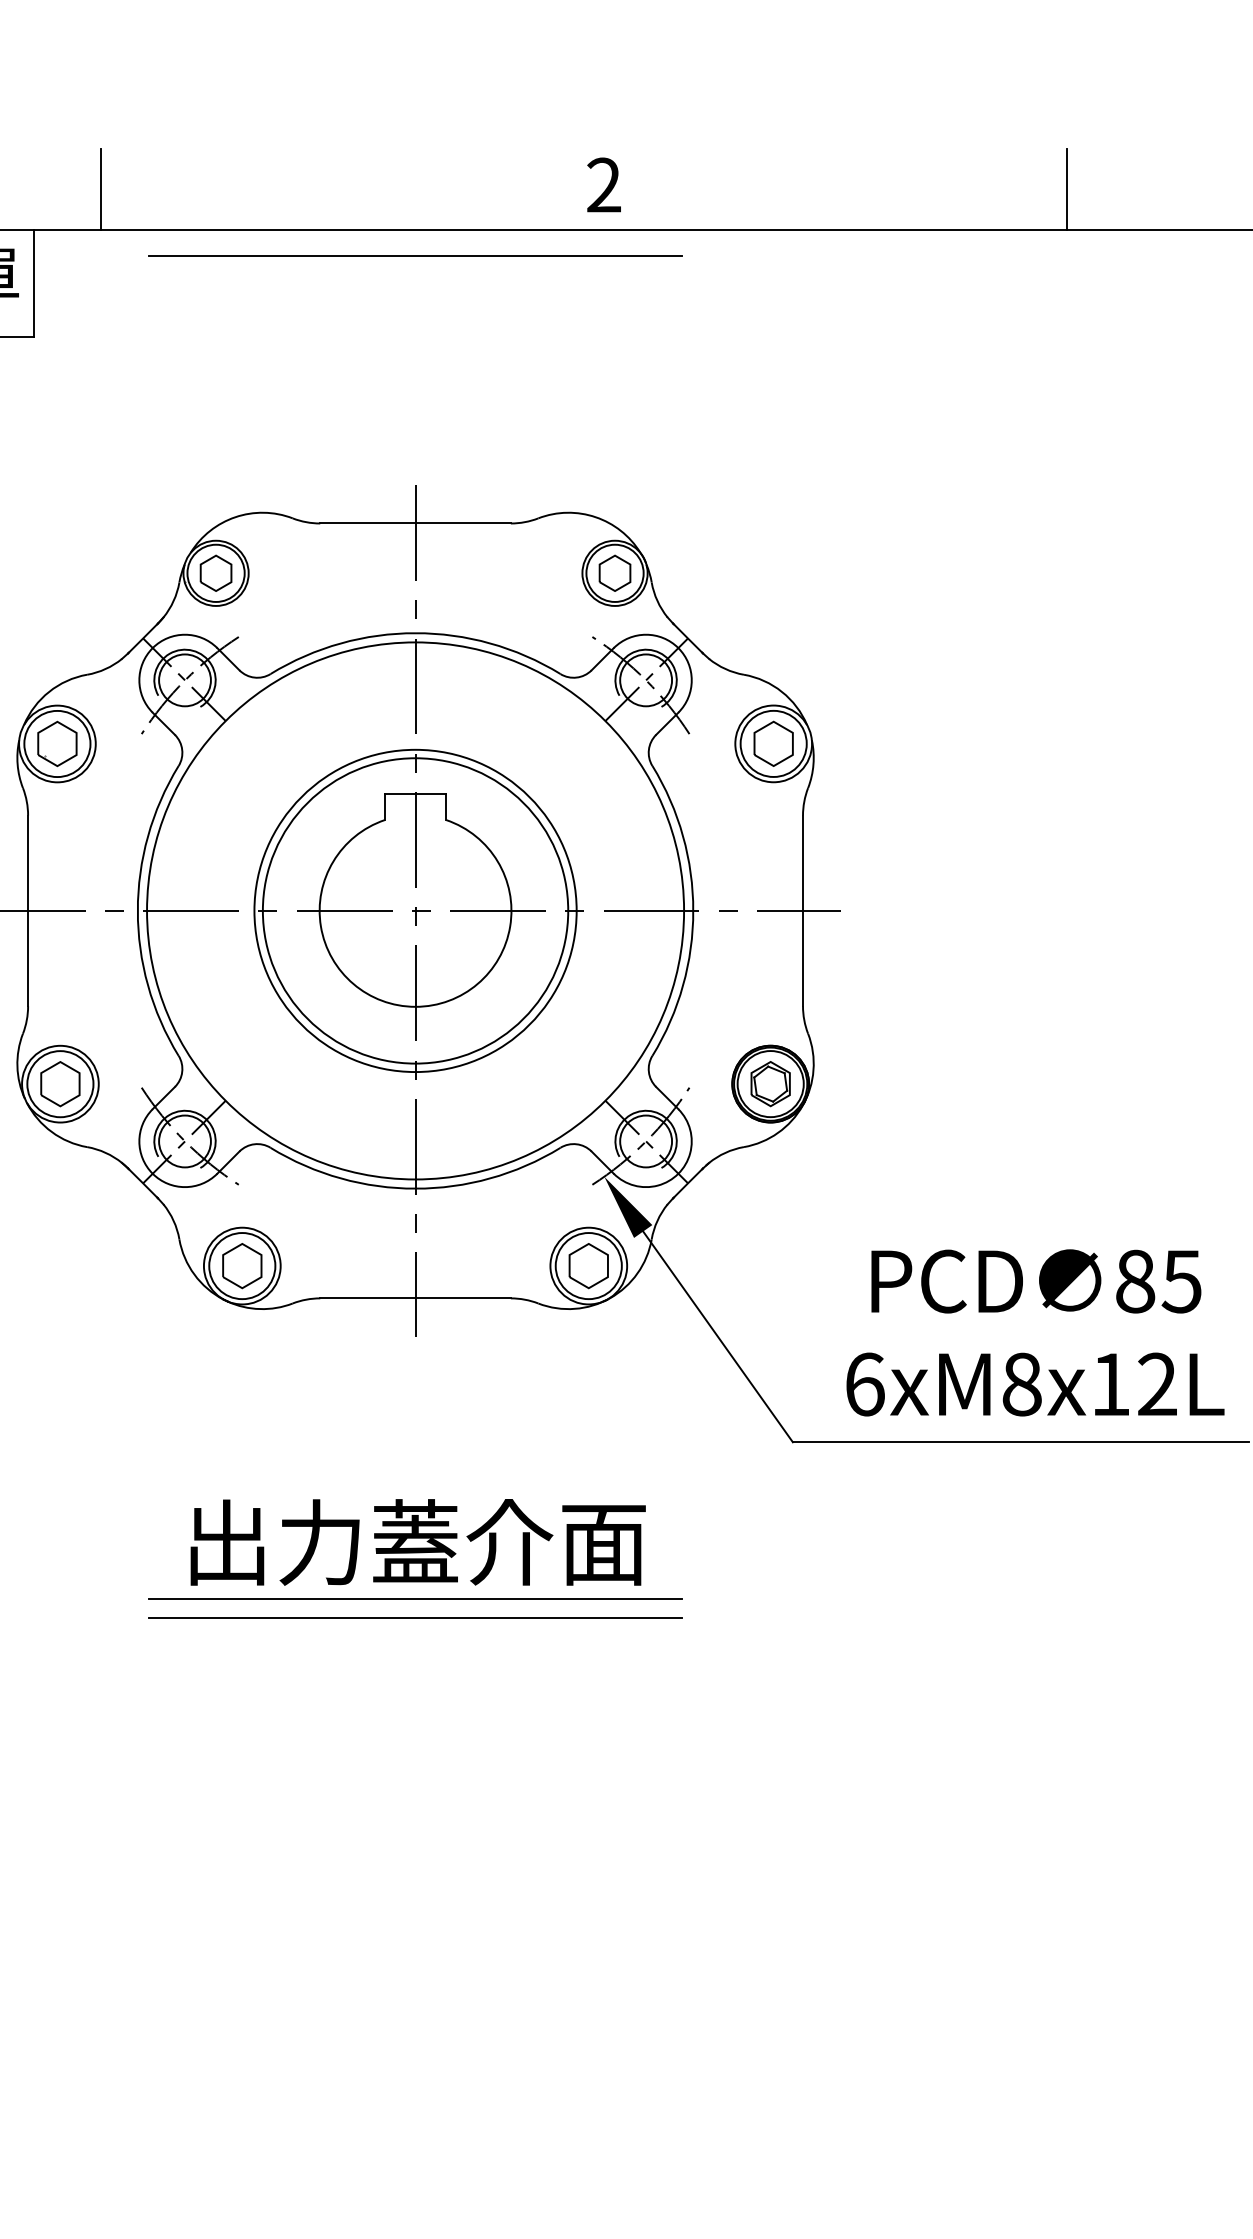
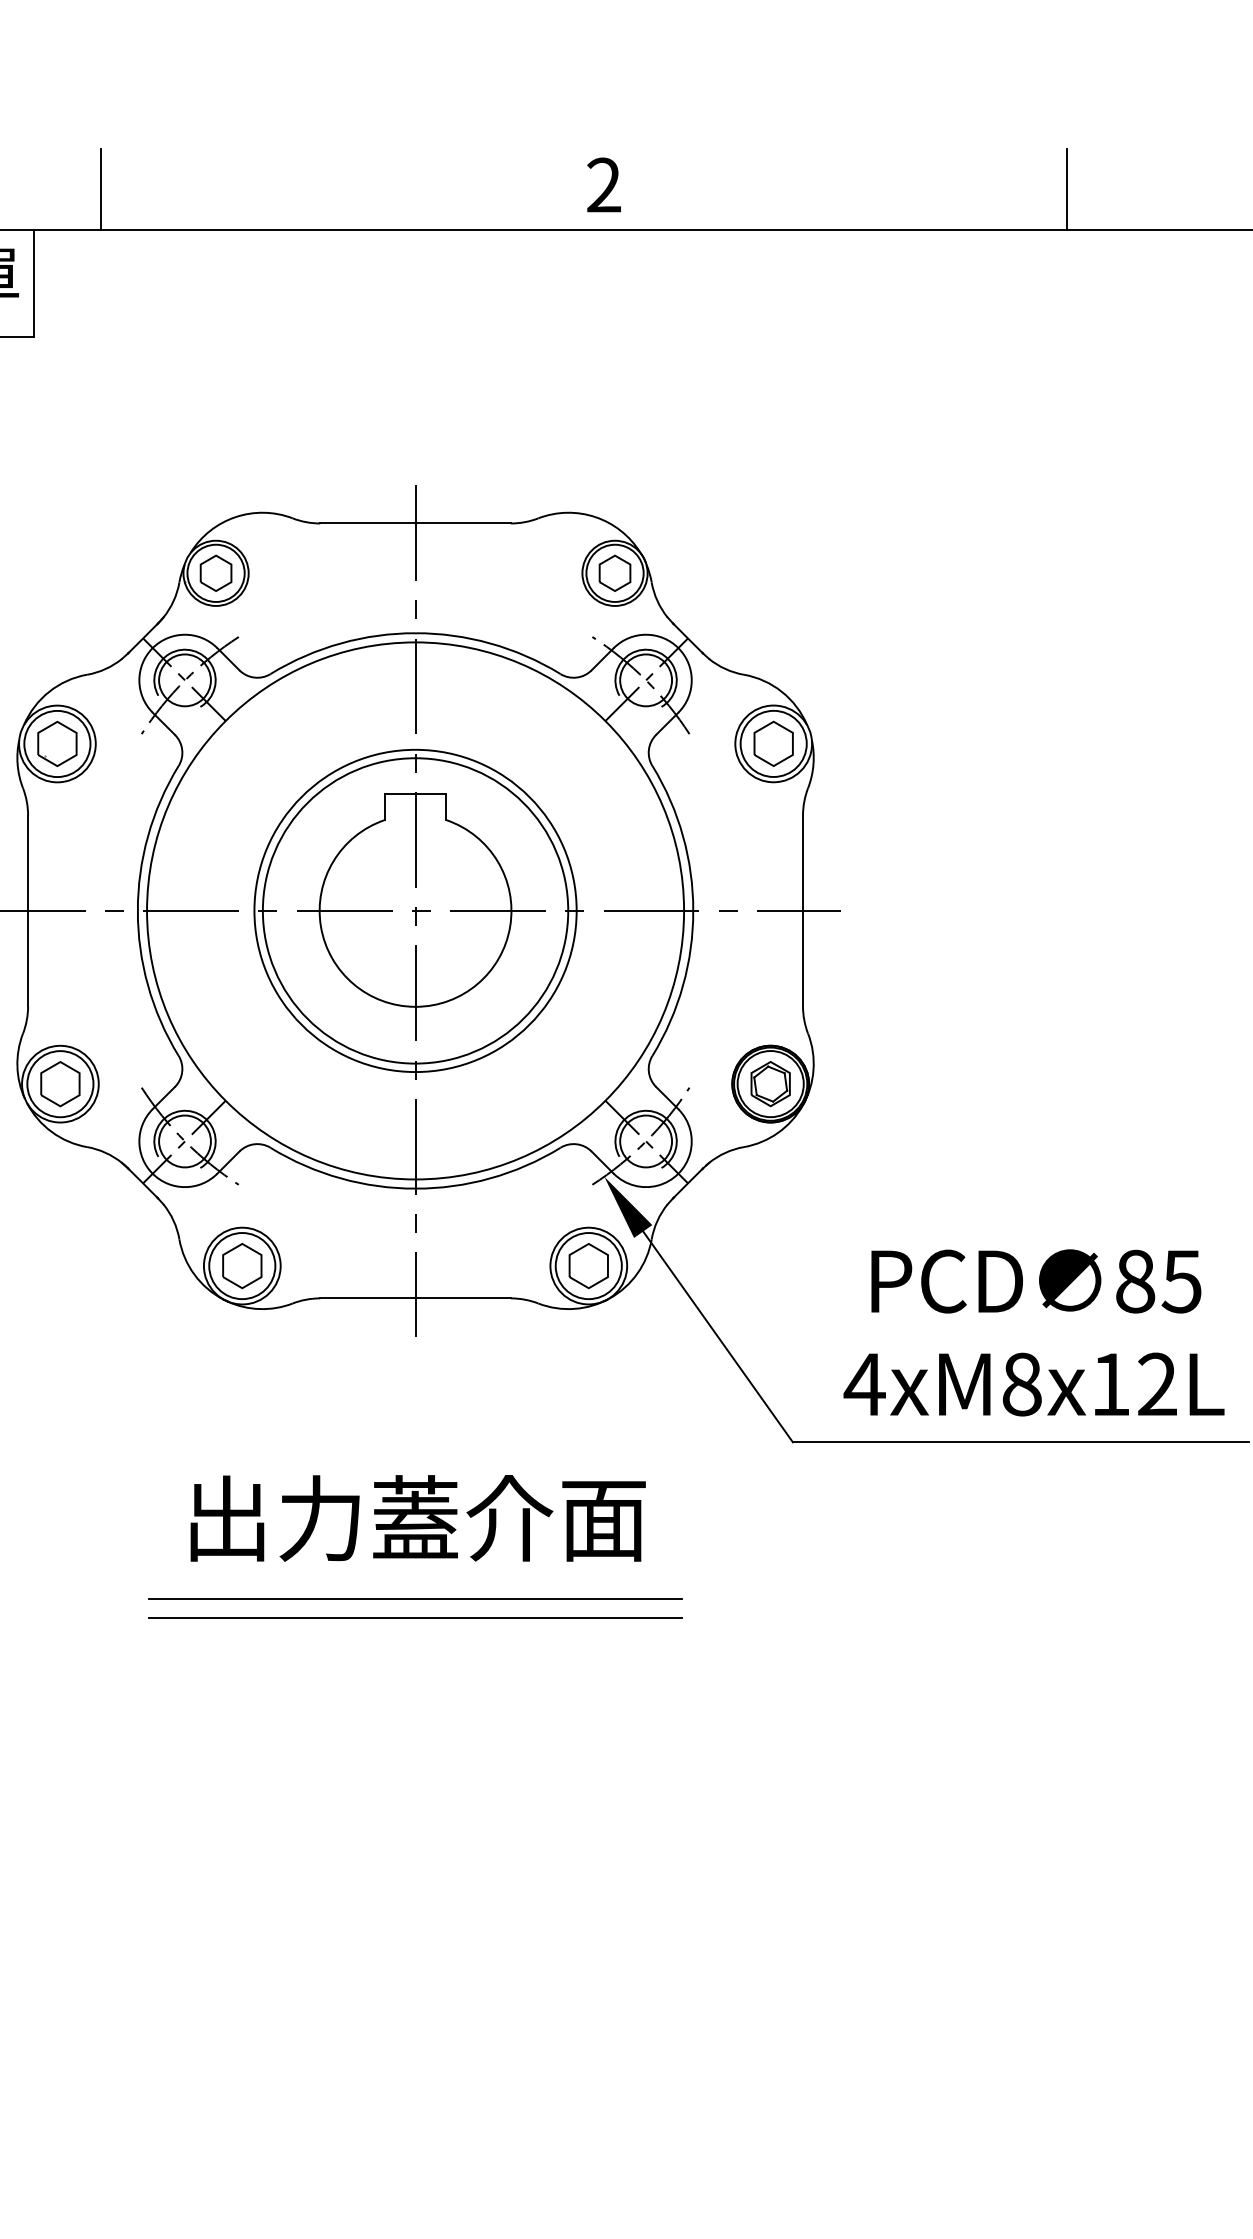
line at (415, 255): present -> none
text at (864, 1384): 6xM8x12L -> 4xM8x12L
text at (417, 1542) position: (417, 1542) -> (417, 1518)
